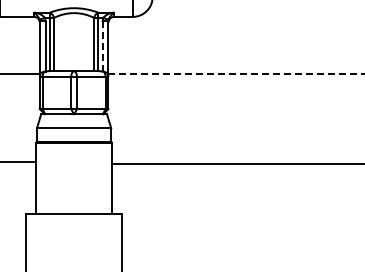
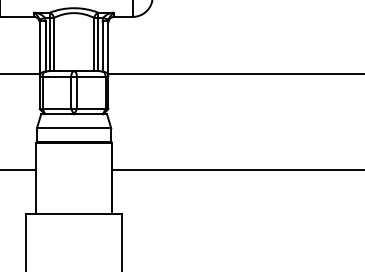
line at (102, 46): dashed -> solid
line at (236, 74): dashed -> solid
line at (18, 161) position: (18, 161) -> (18, 169)
line at (236, 163) position: (236, 163) -> (236, 169)
